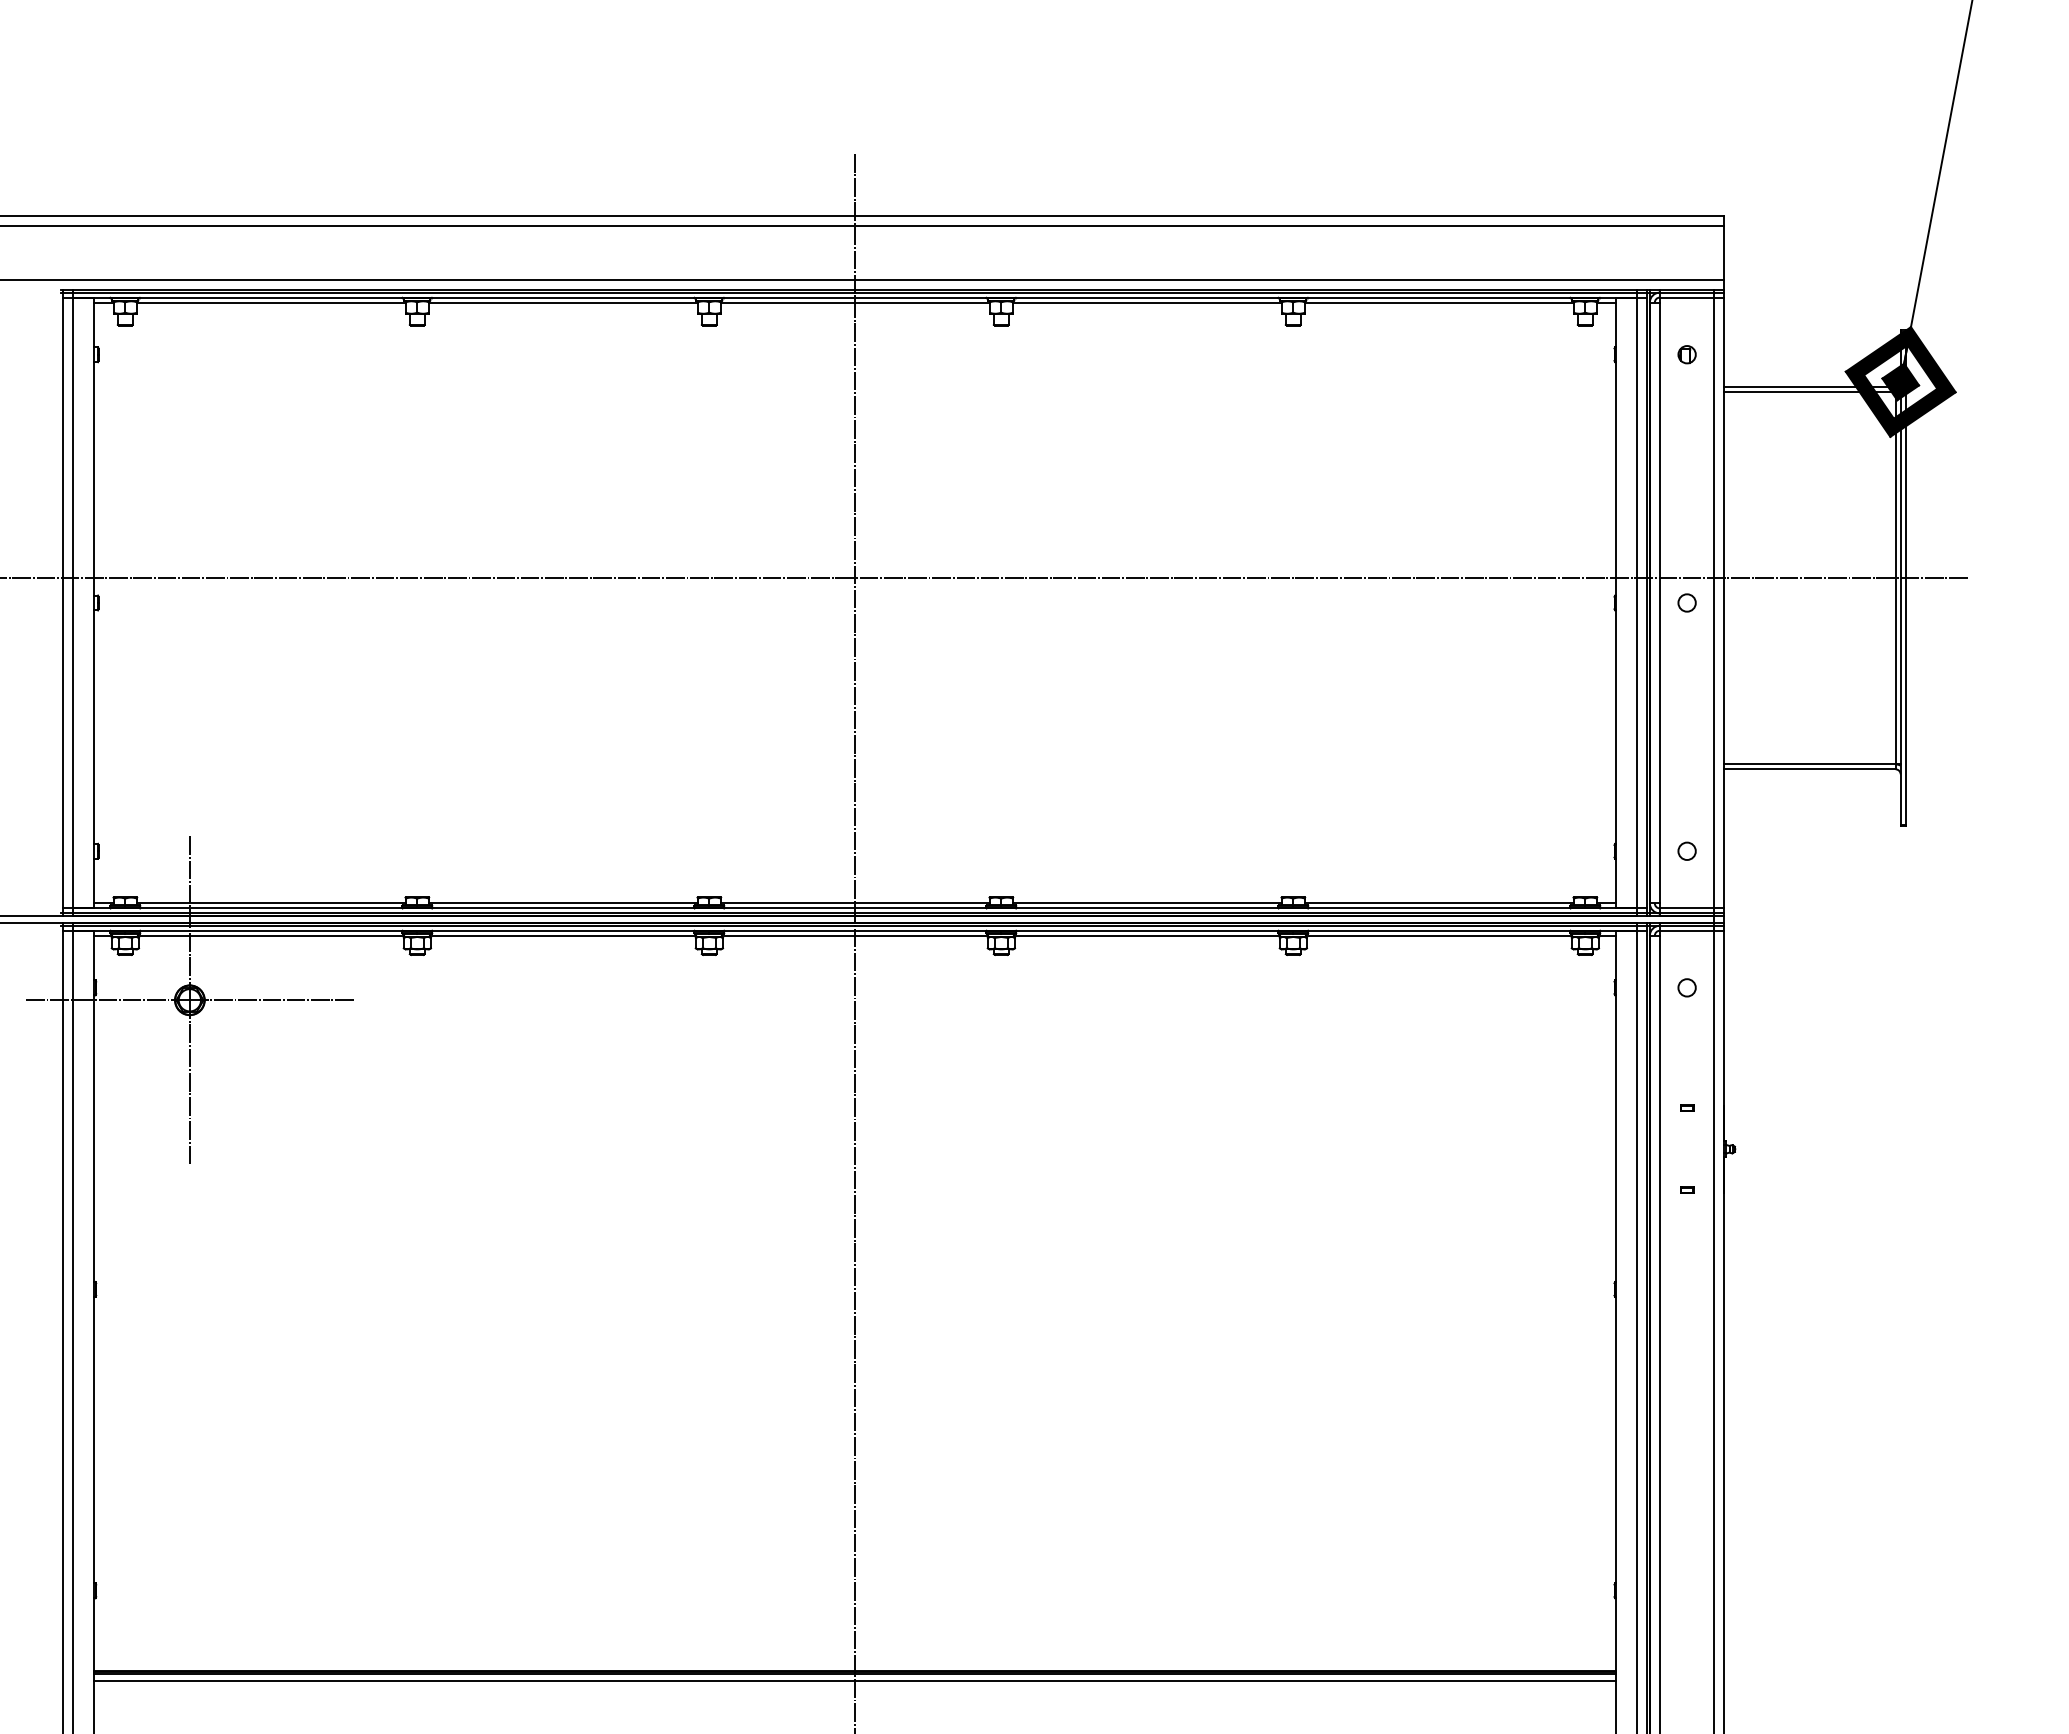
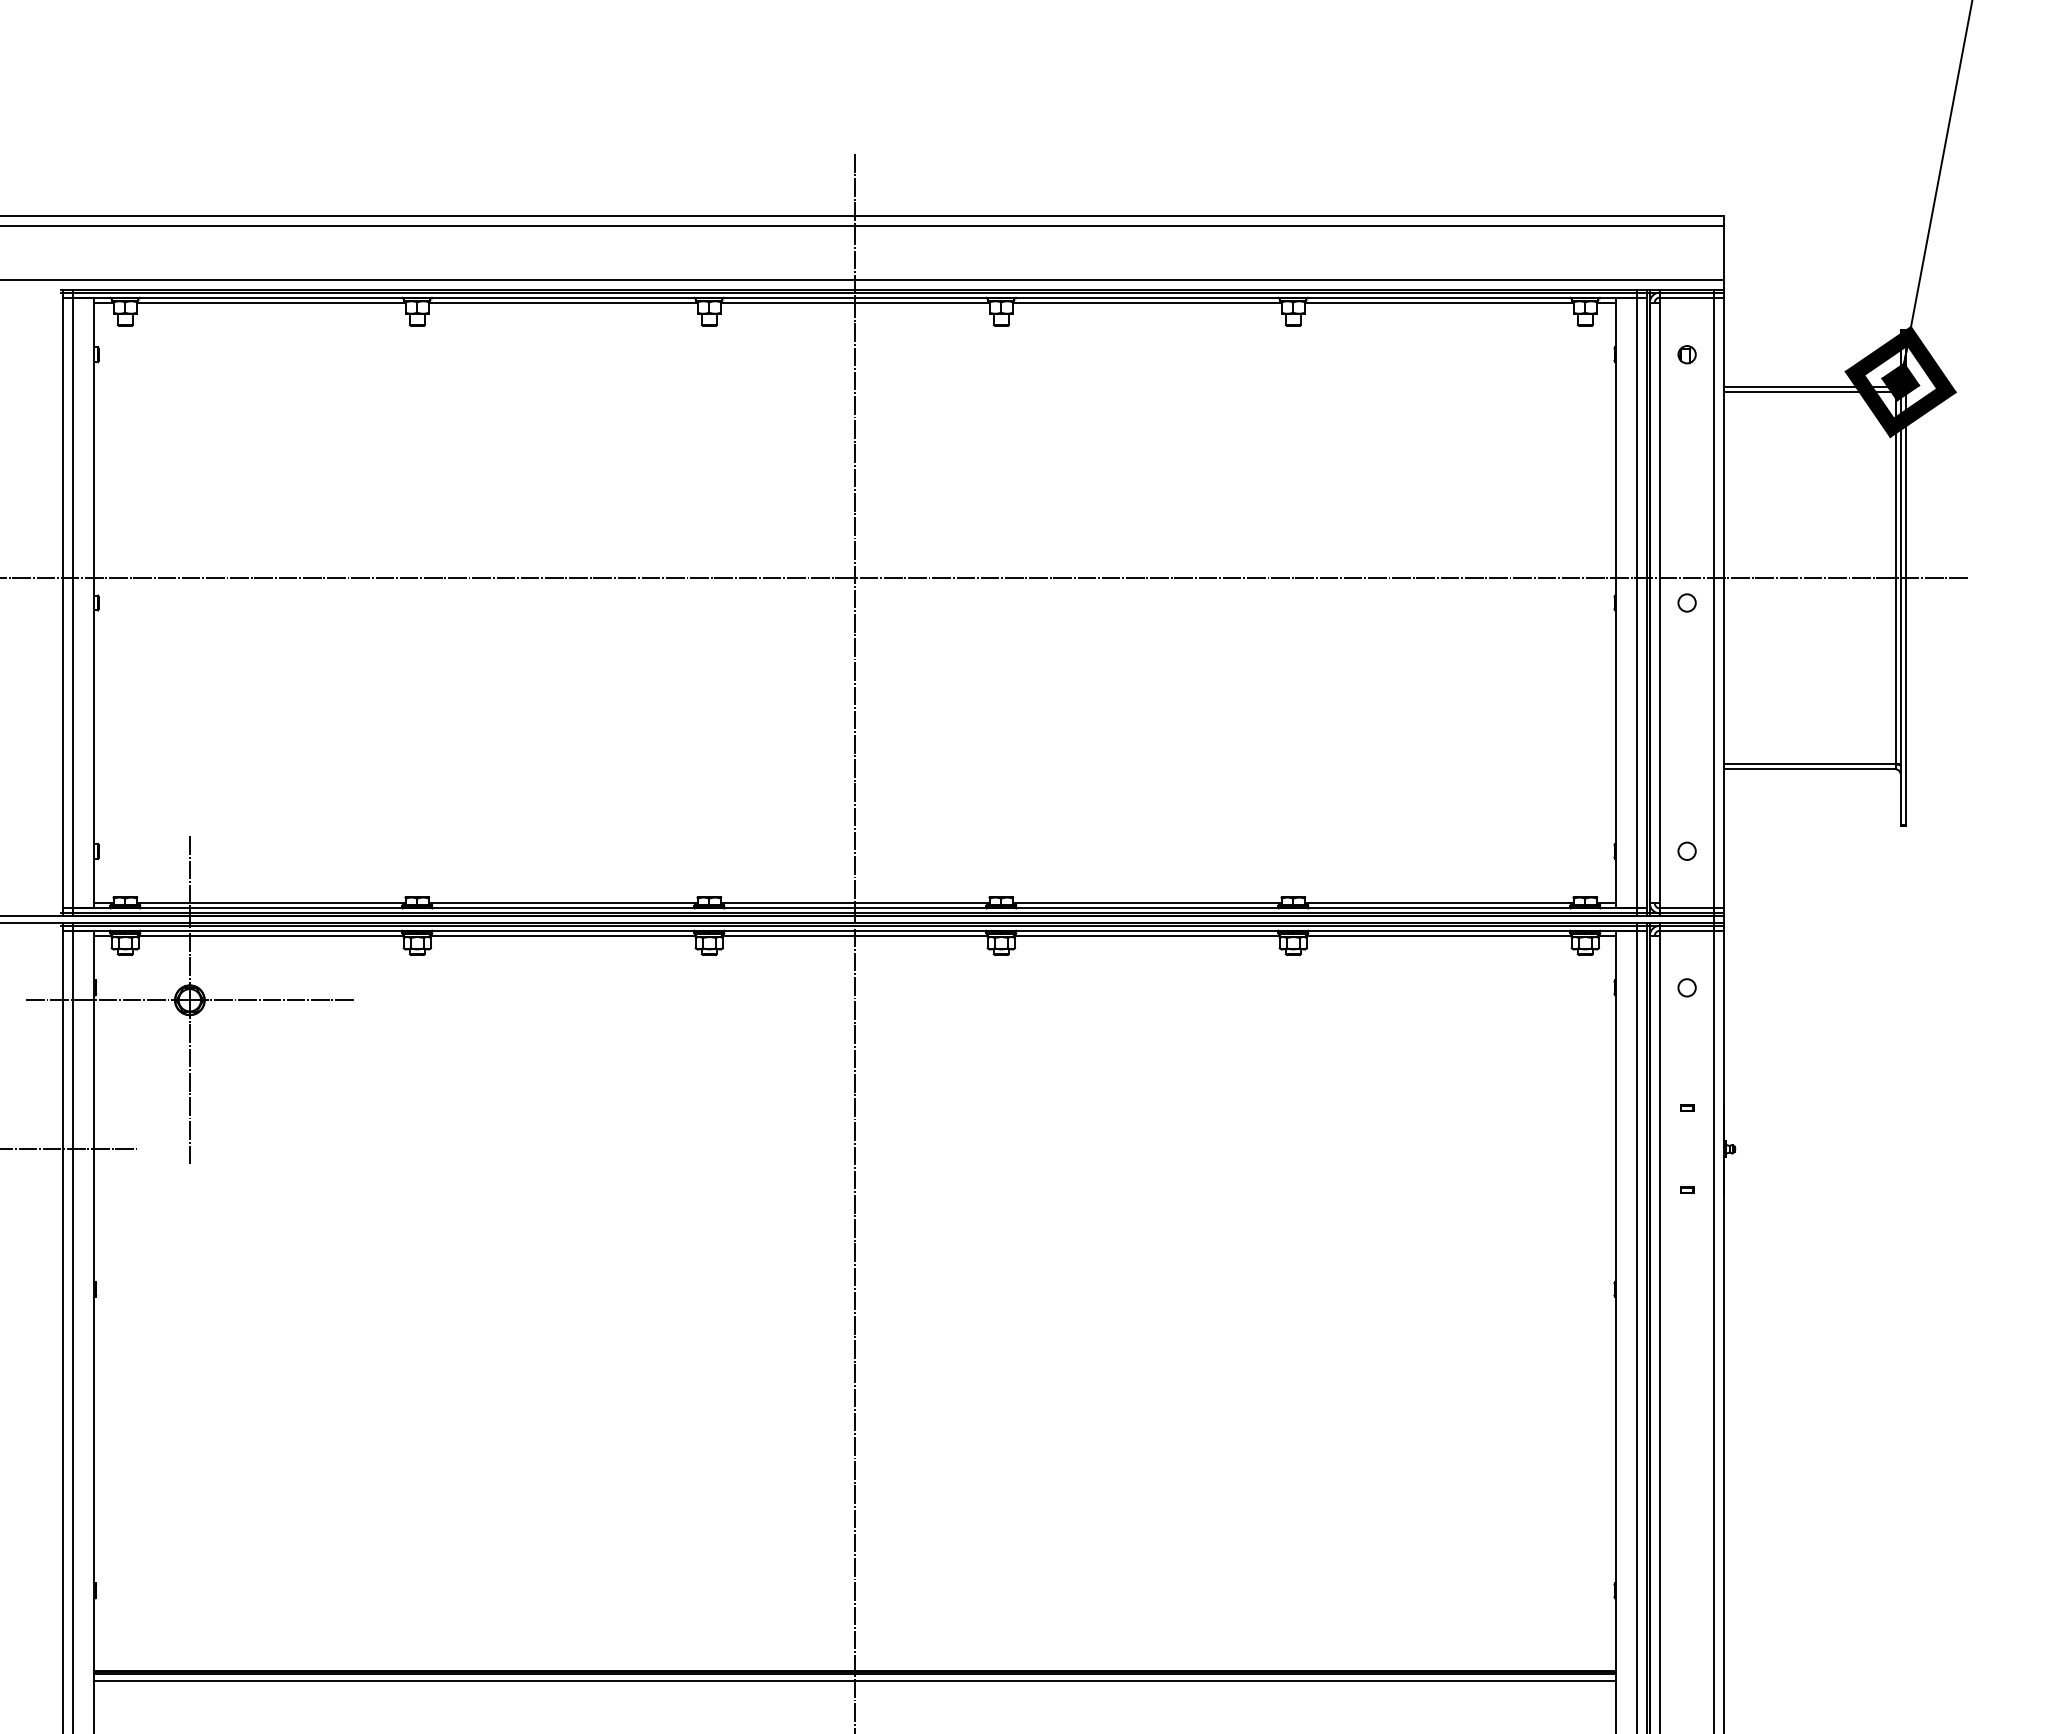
line at (69, 1149): none -> present
